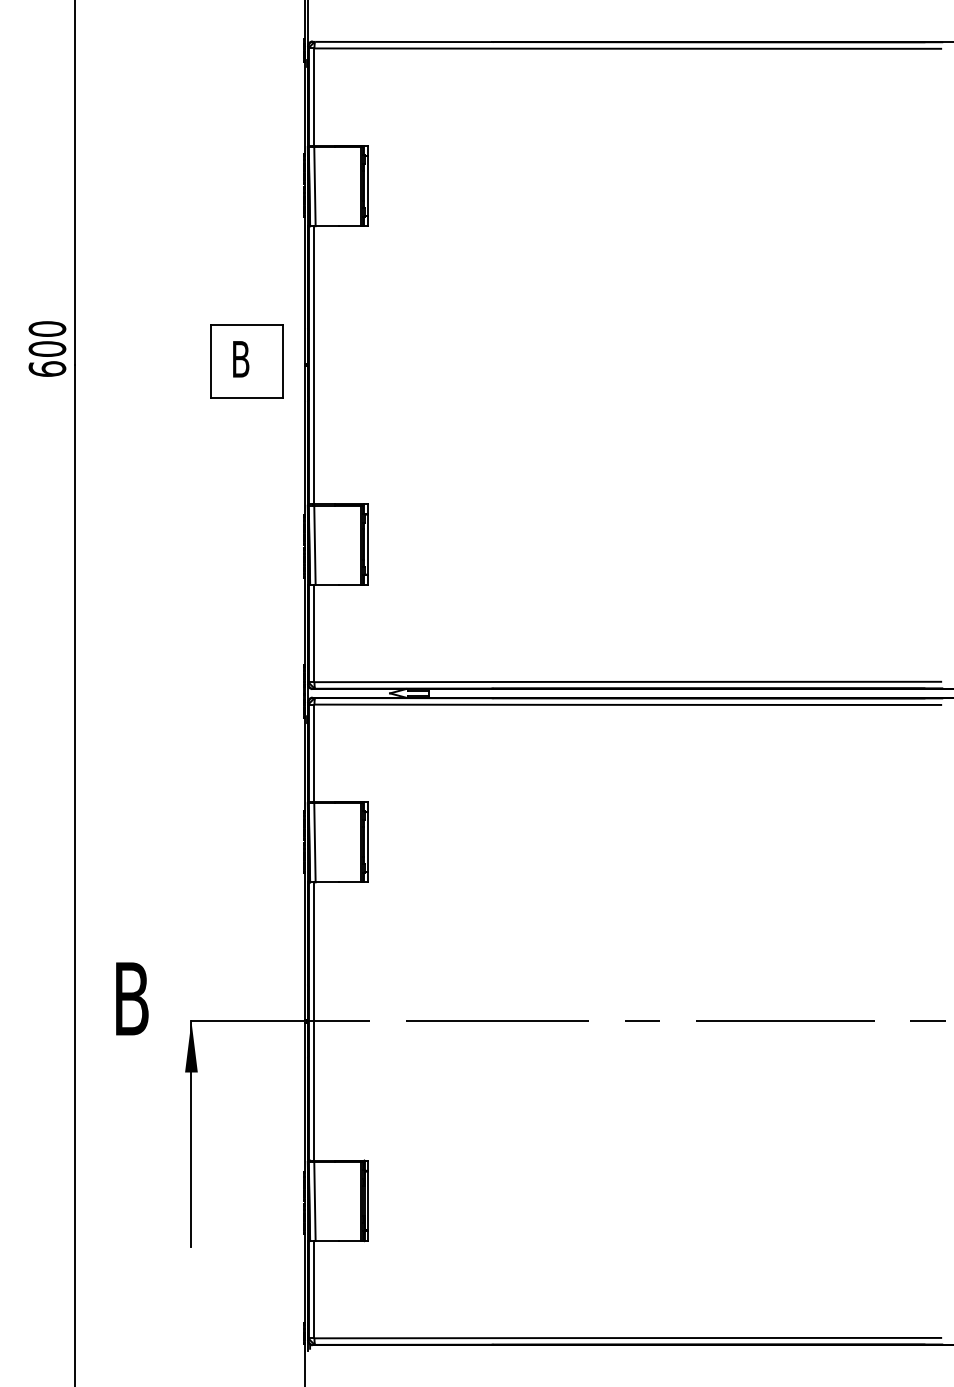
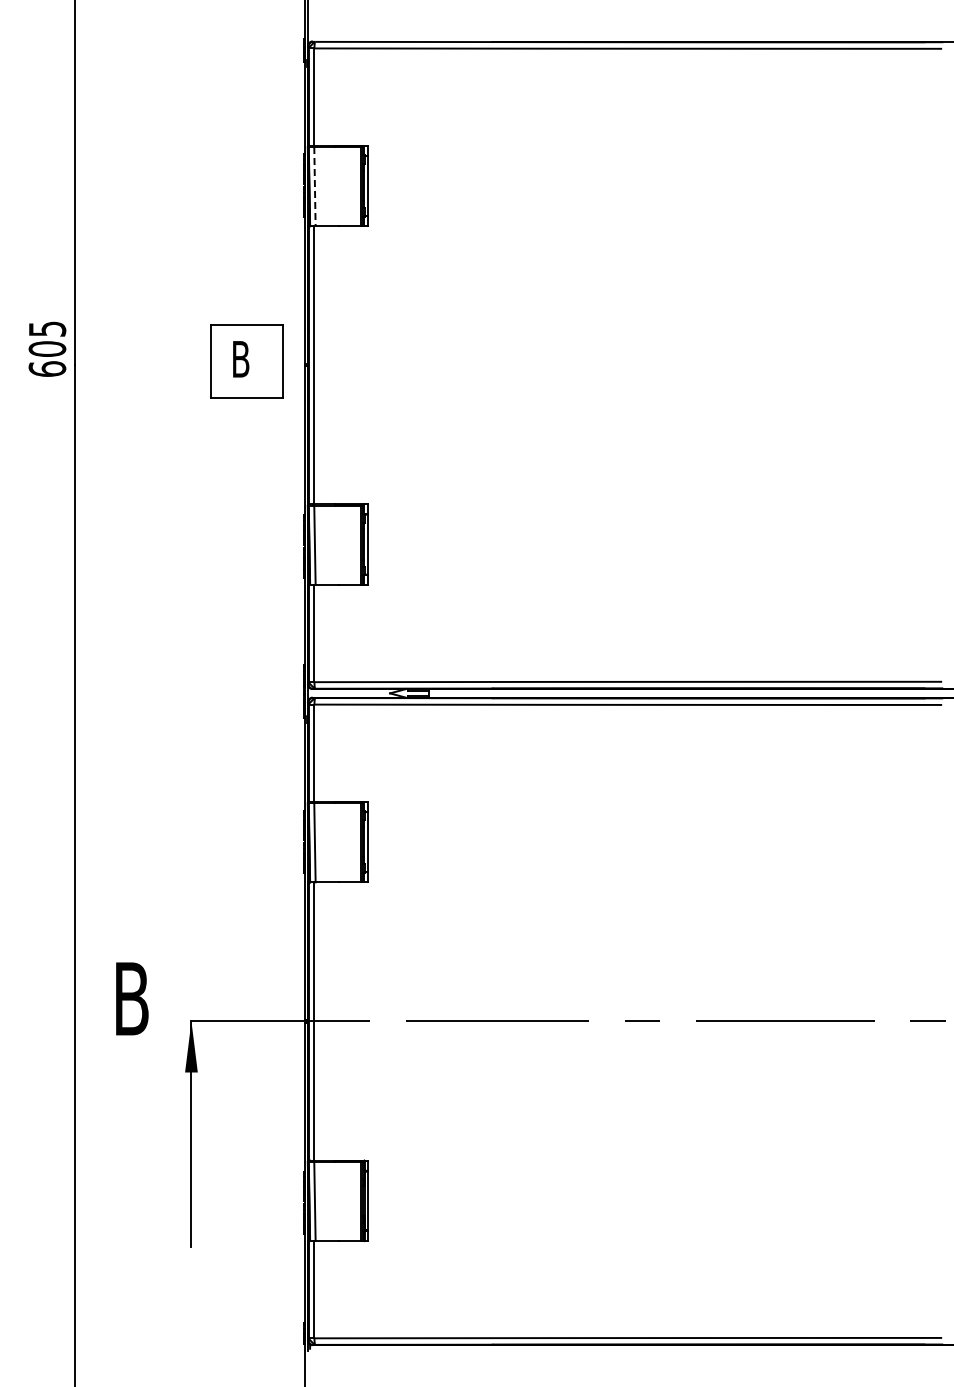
line at (314, 186): solid -> dashed
text at (47, 328): 600 -> 605
